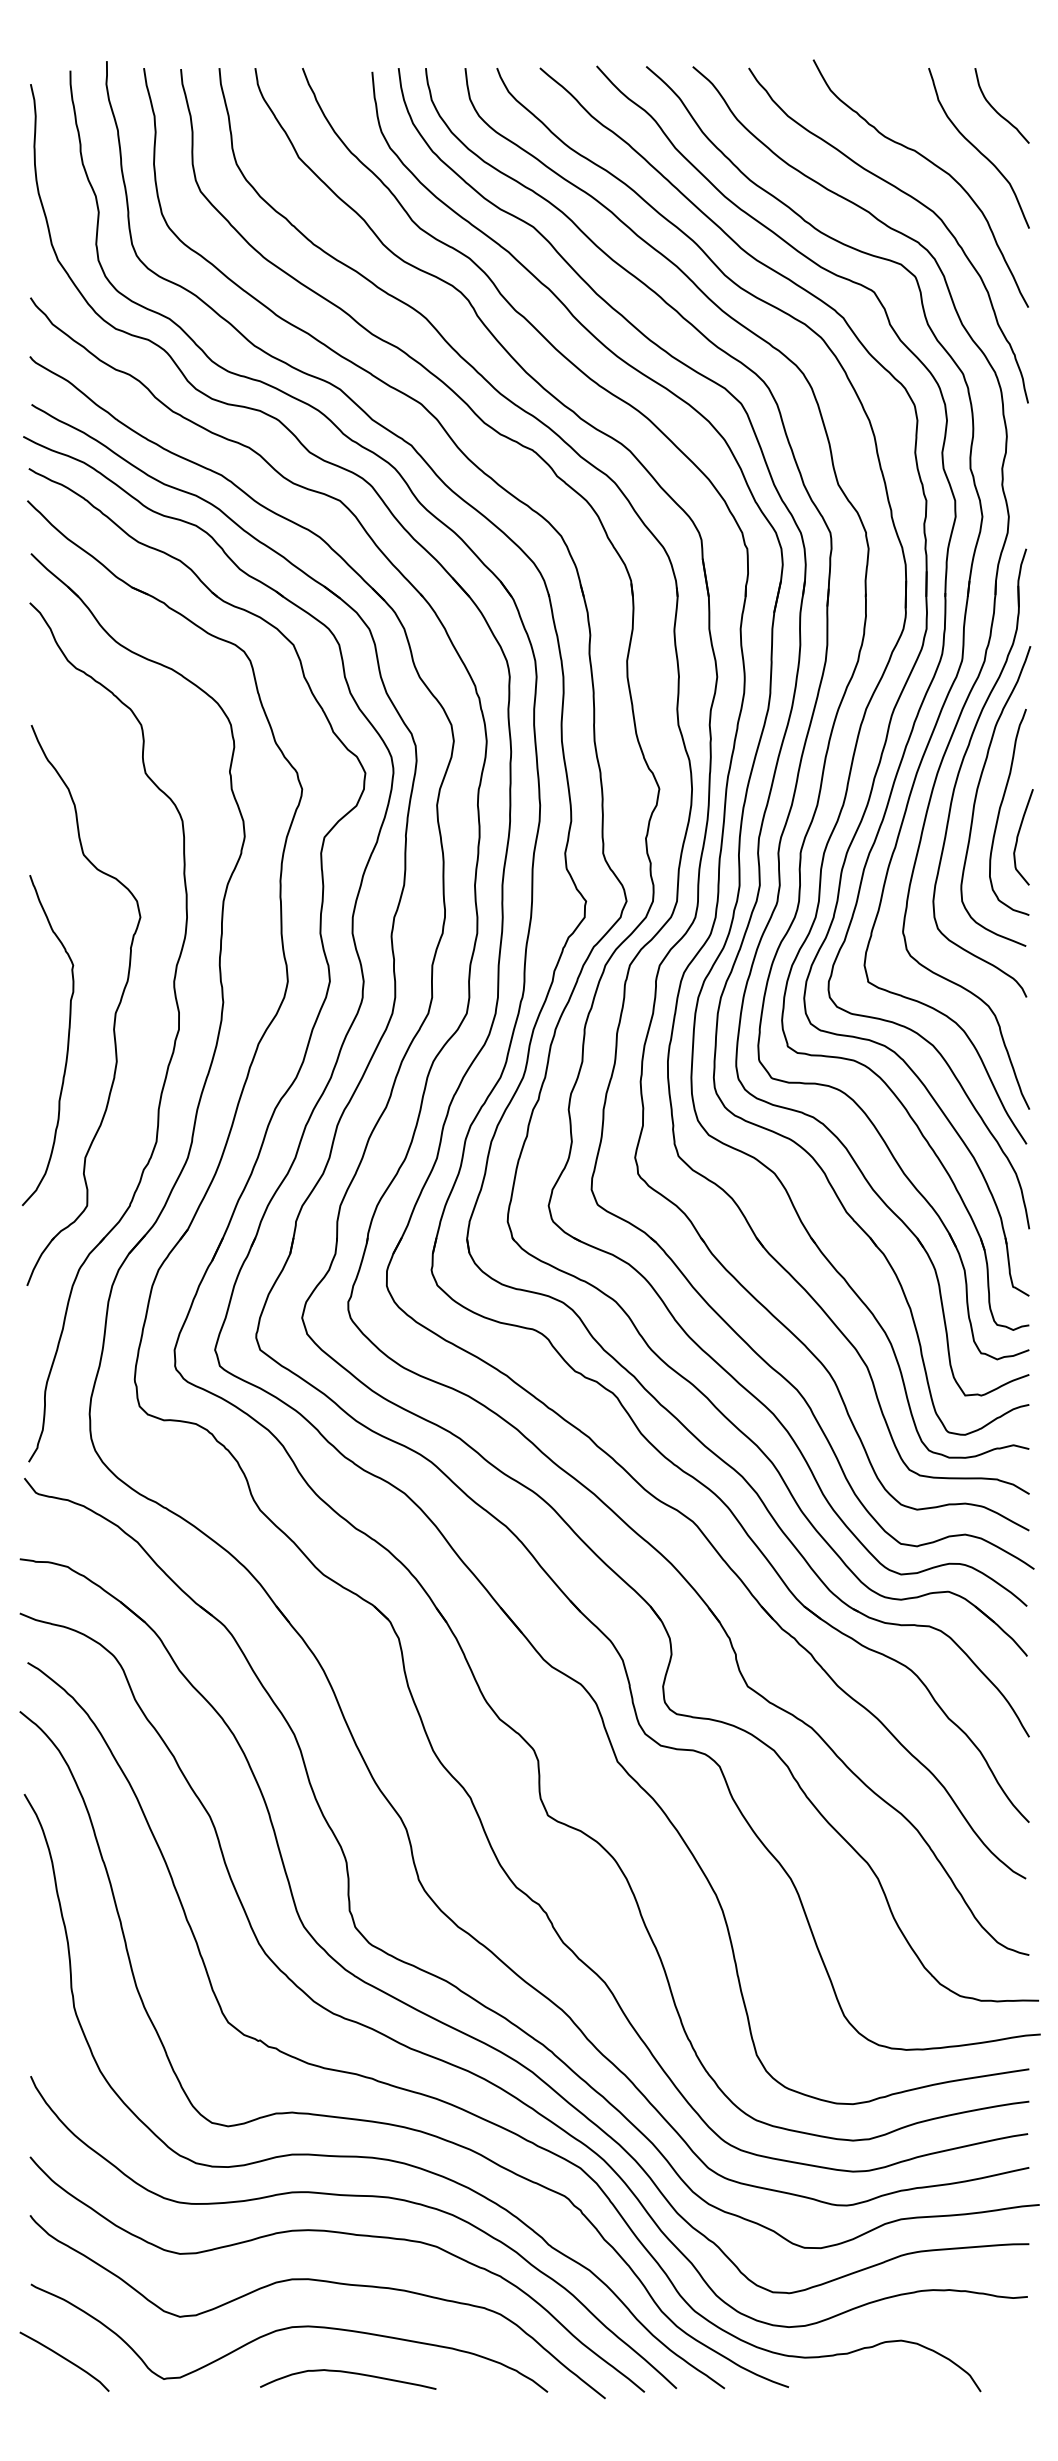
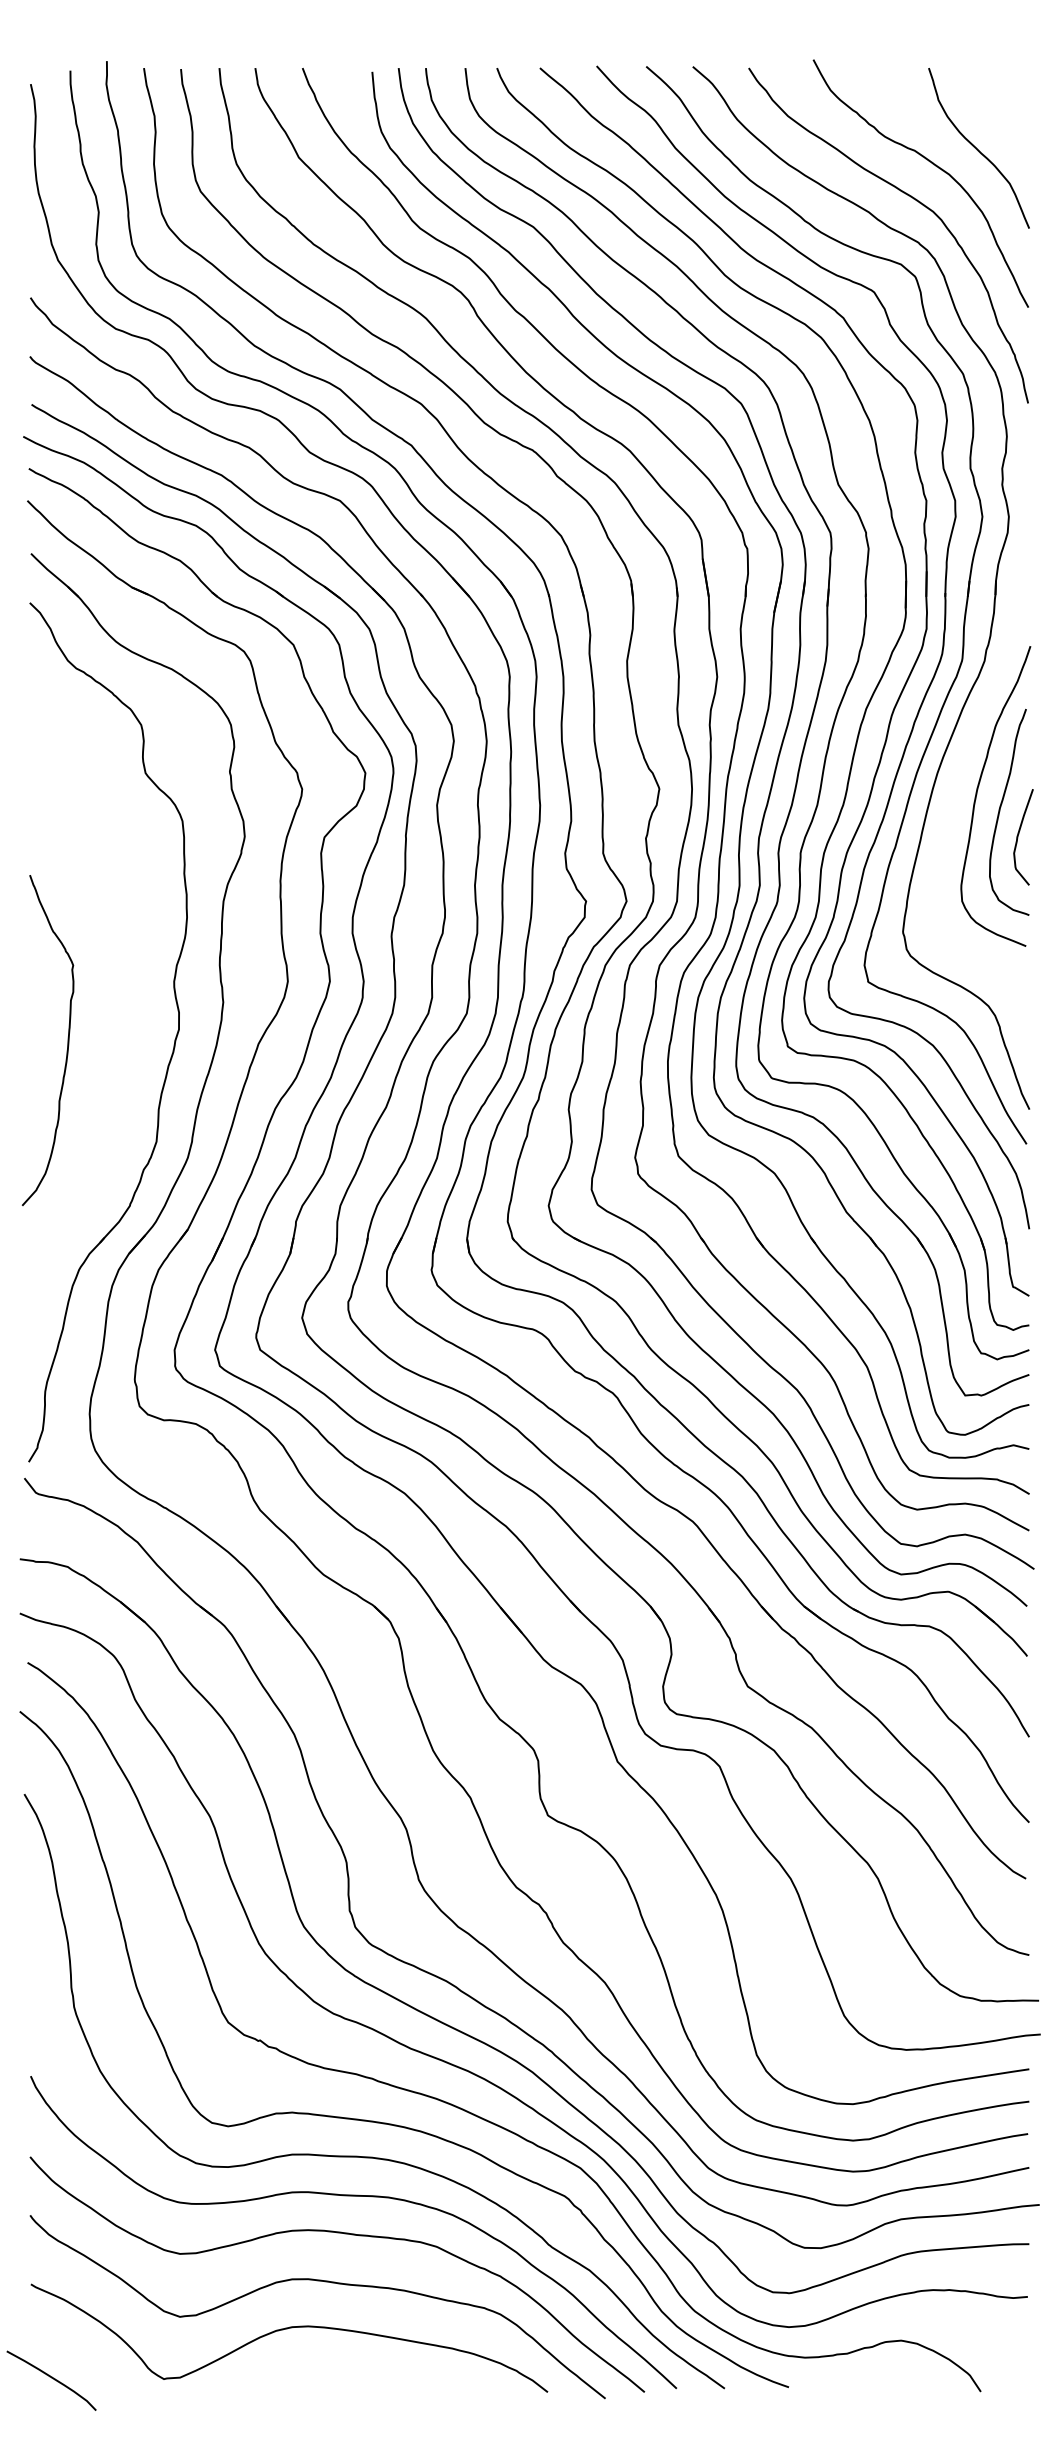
curve at (996, 110): present -> none
part at (962, 765): present -> none
part at (114, 1013): present -> none
curve at (64, 2359) position: (64, 2359) -> (51, 2378)
curve at (348, 2373): present -> none
